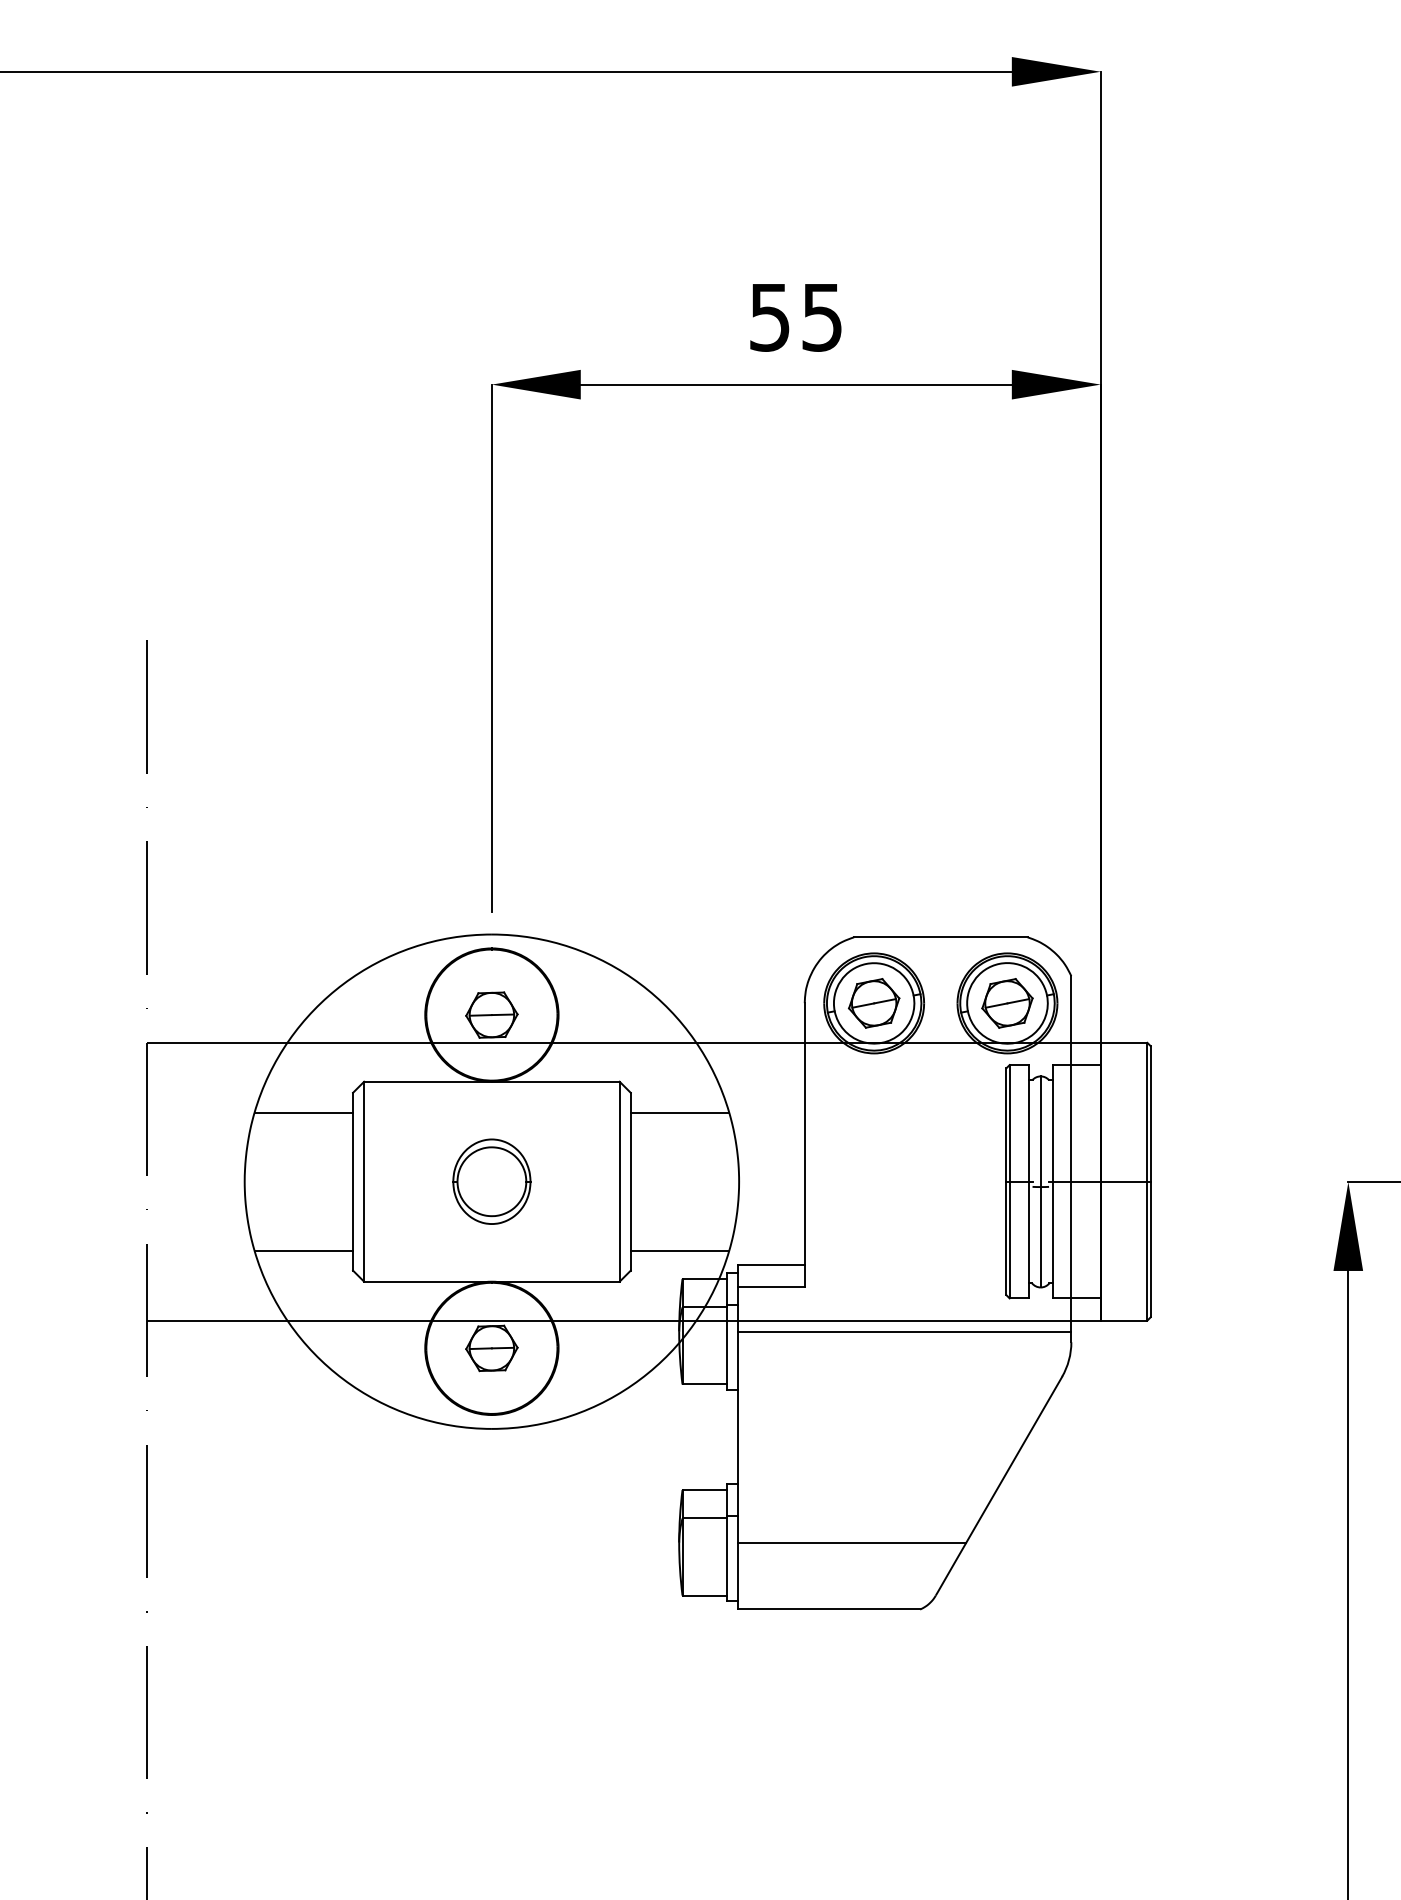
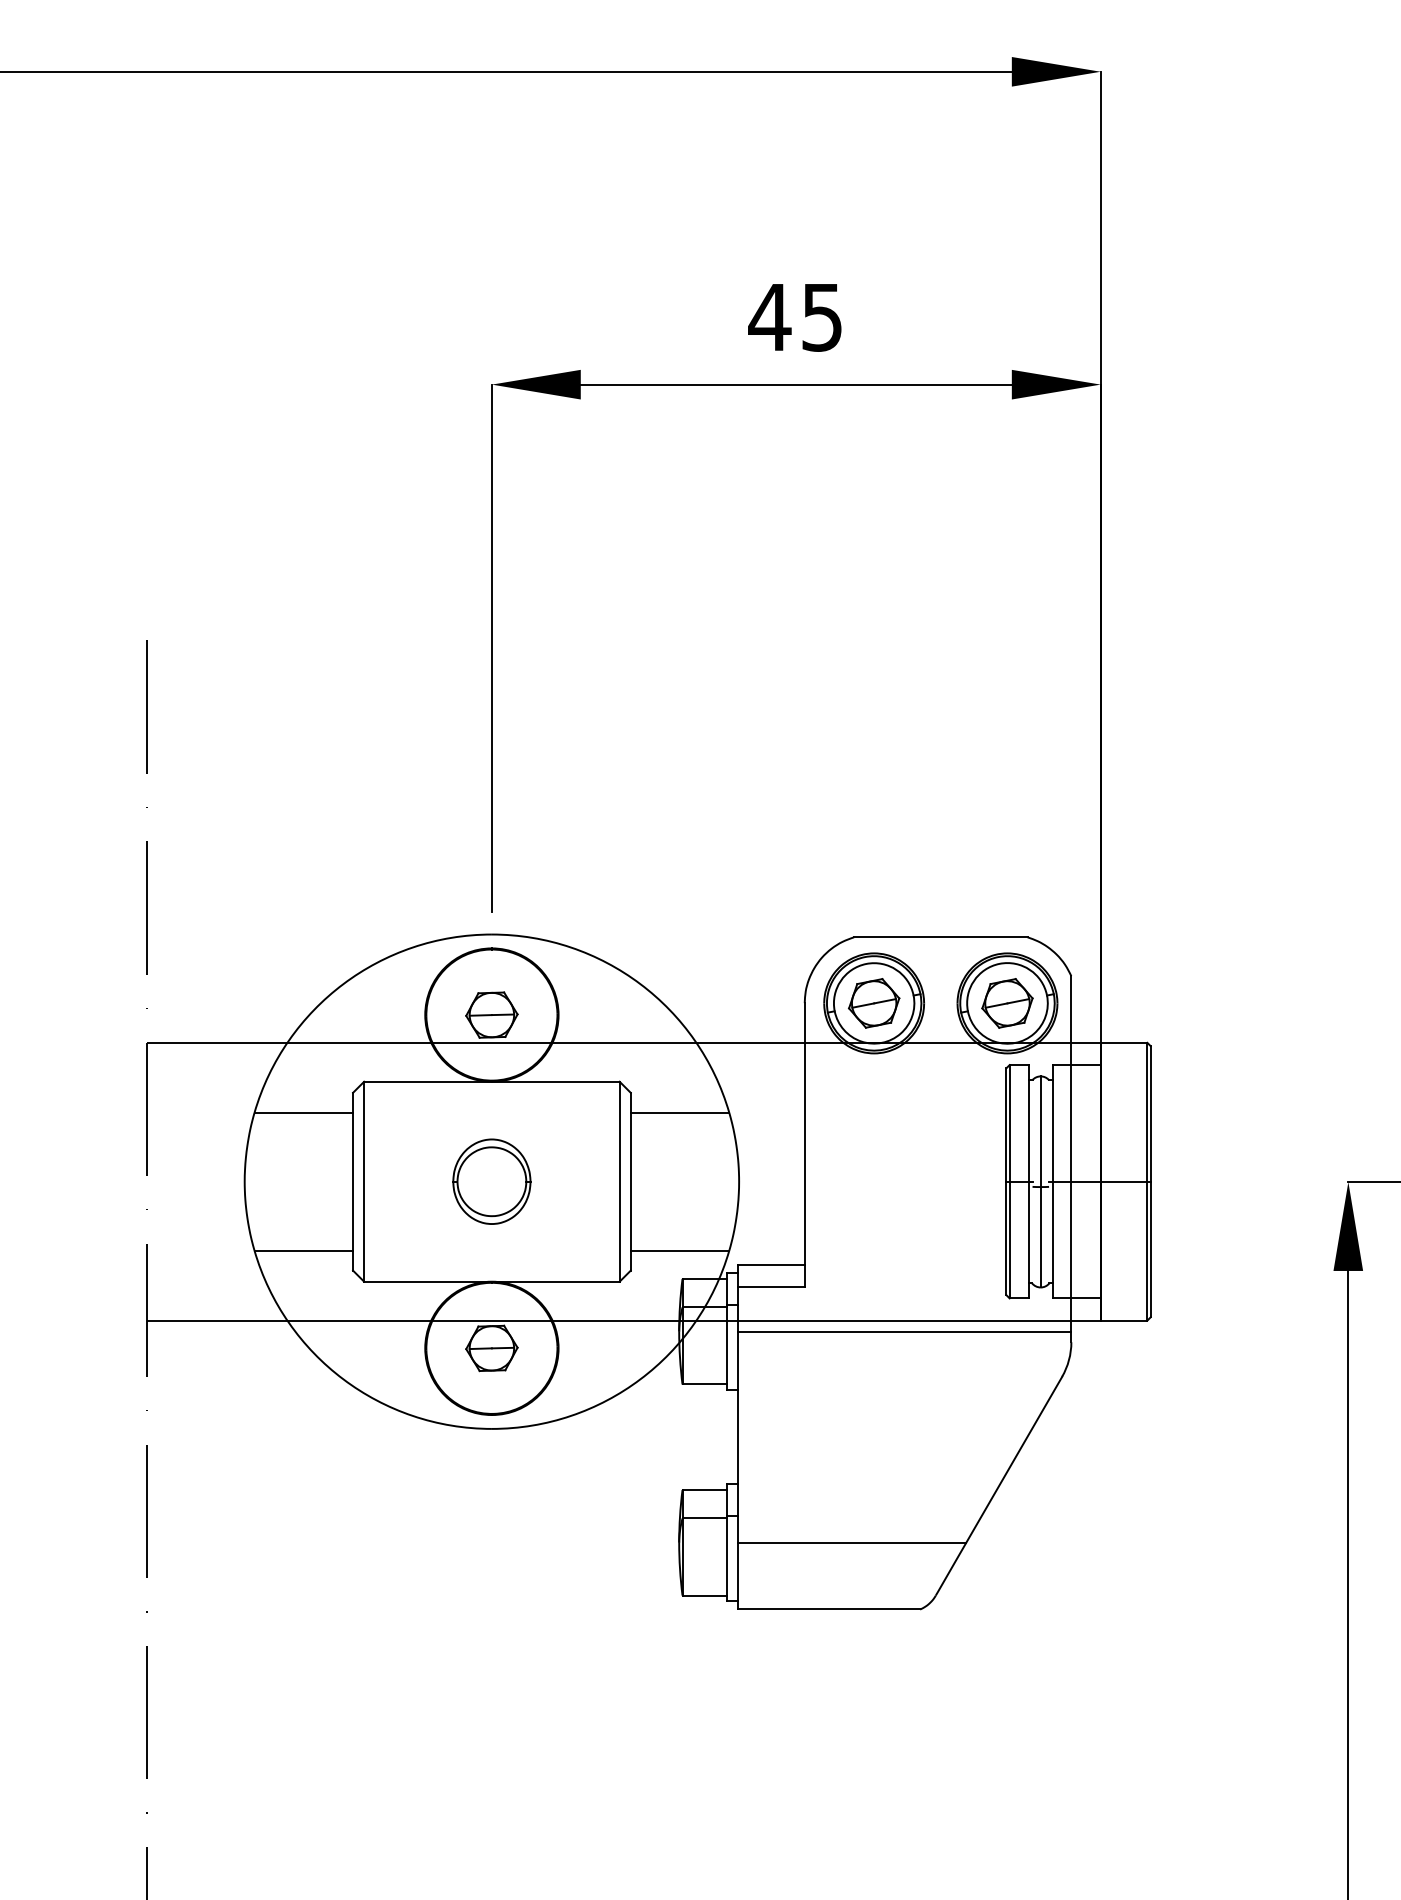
text at (769, 317): 55 -> 45
